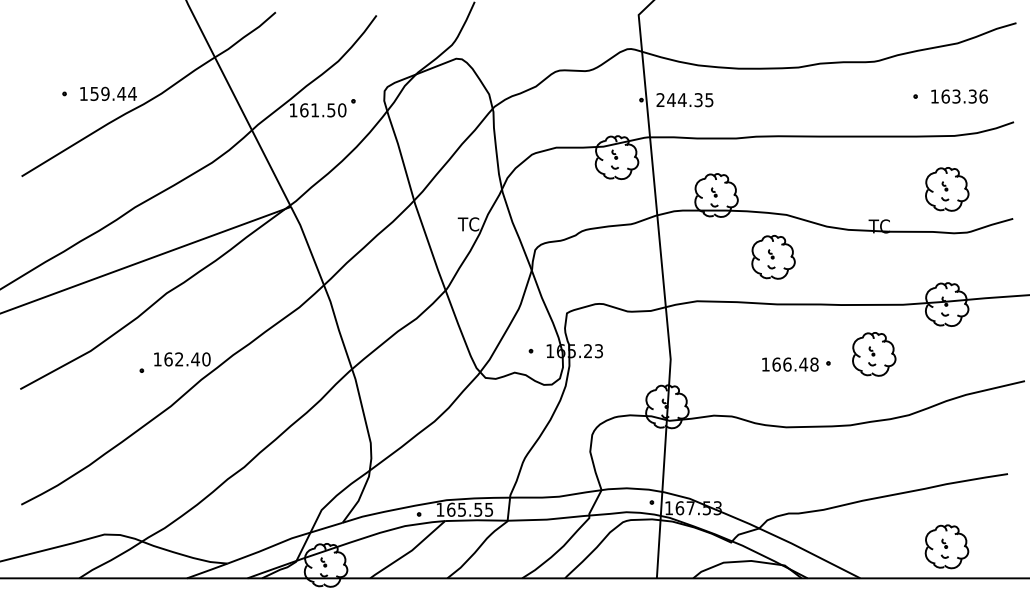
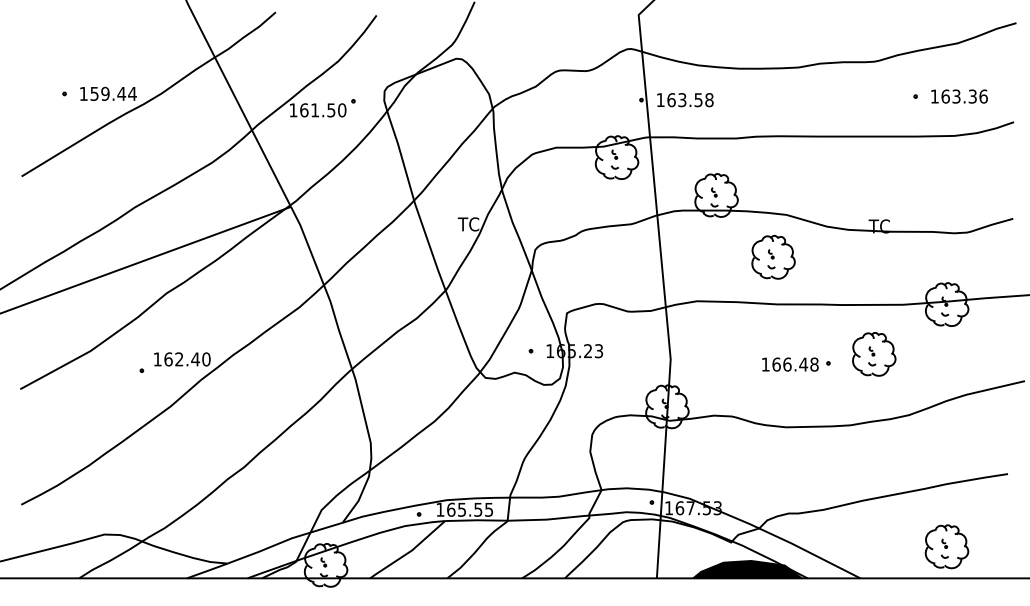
text at (684, 100): 244.35 -> 163.58
part at (947, 189): present -> none
fill at (747, 569): none -> present
